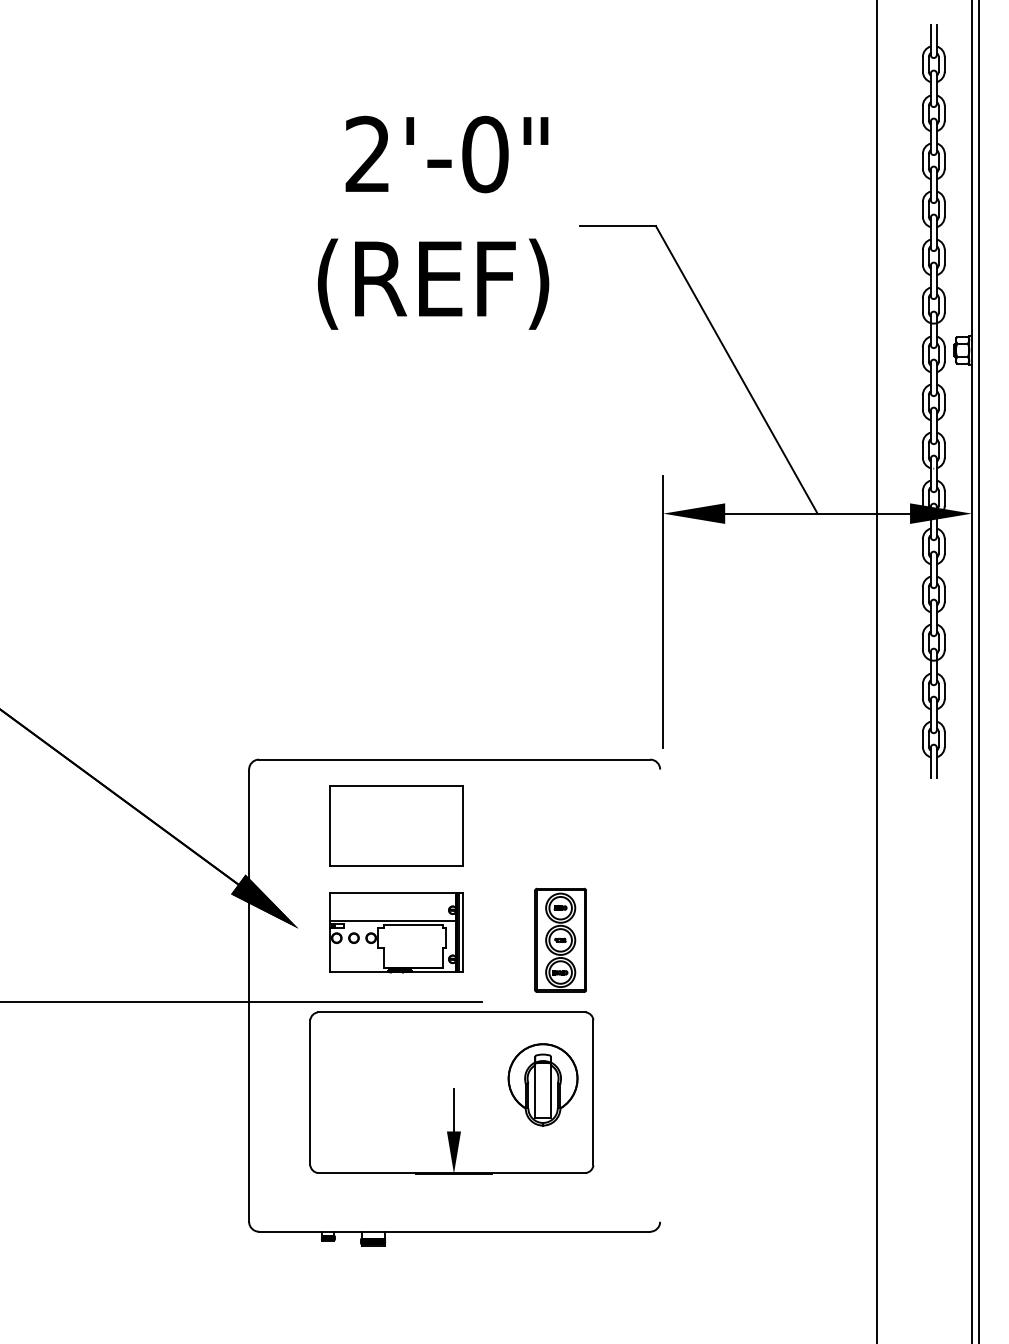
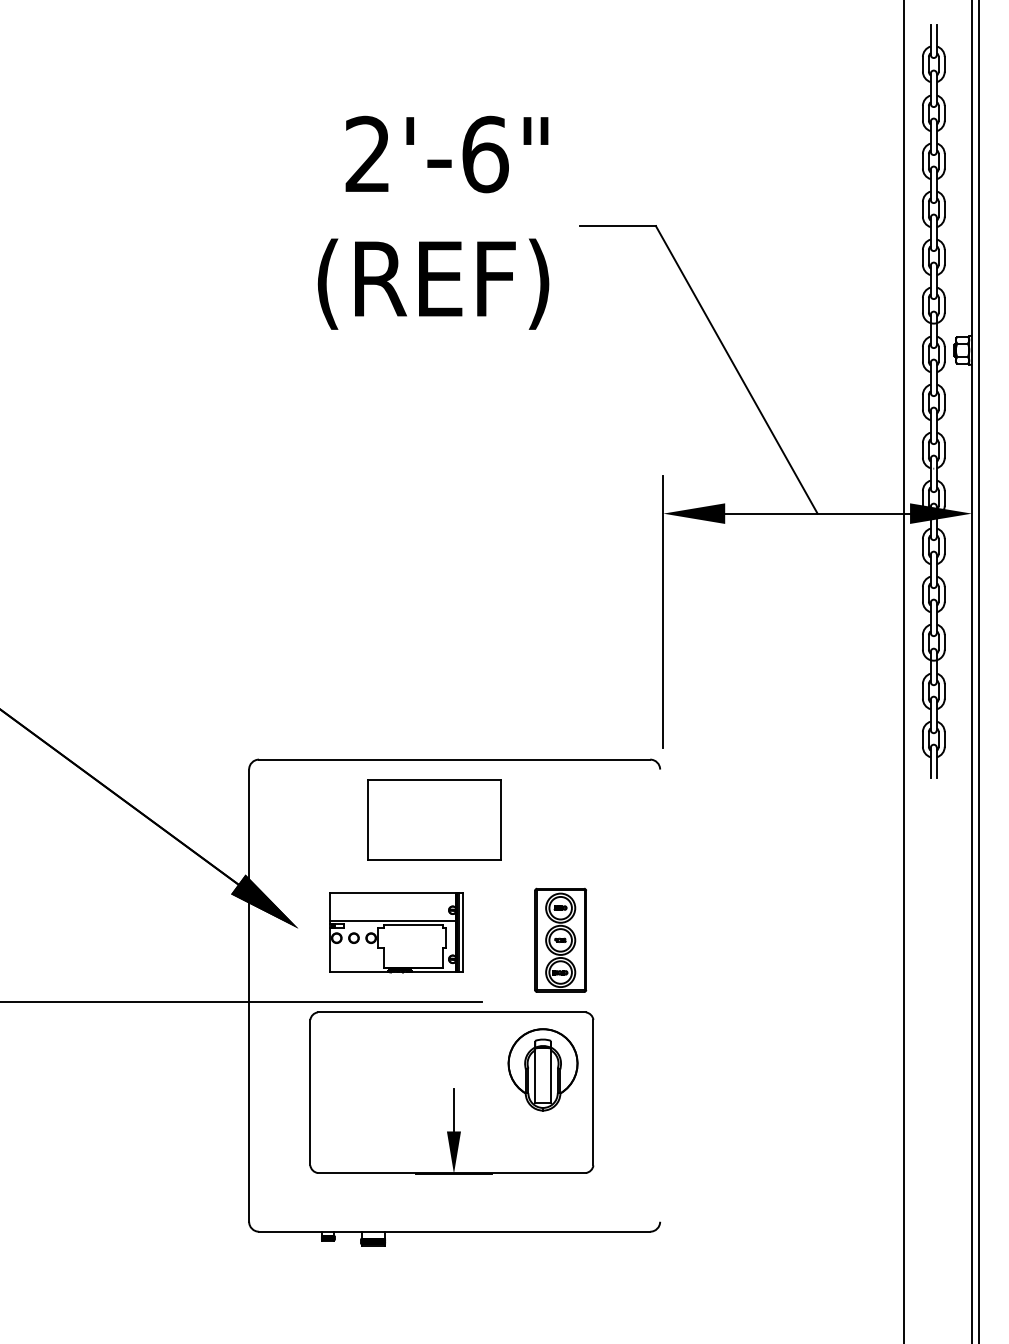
text at (485, 154): 2'-0" -> 2'-6"
line at (876, 671) position: (876, 671) -> (903, 671)
part at (396, 825) position: (396, 825) -> (434, 819)
part at (542, 1084) position: (542, 1084) -> (542, 1069)
